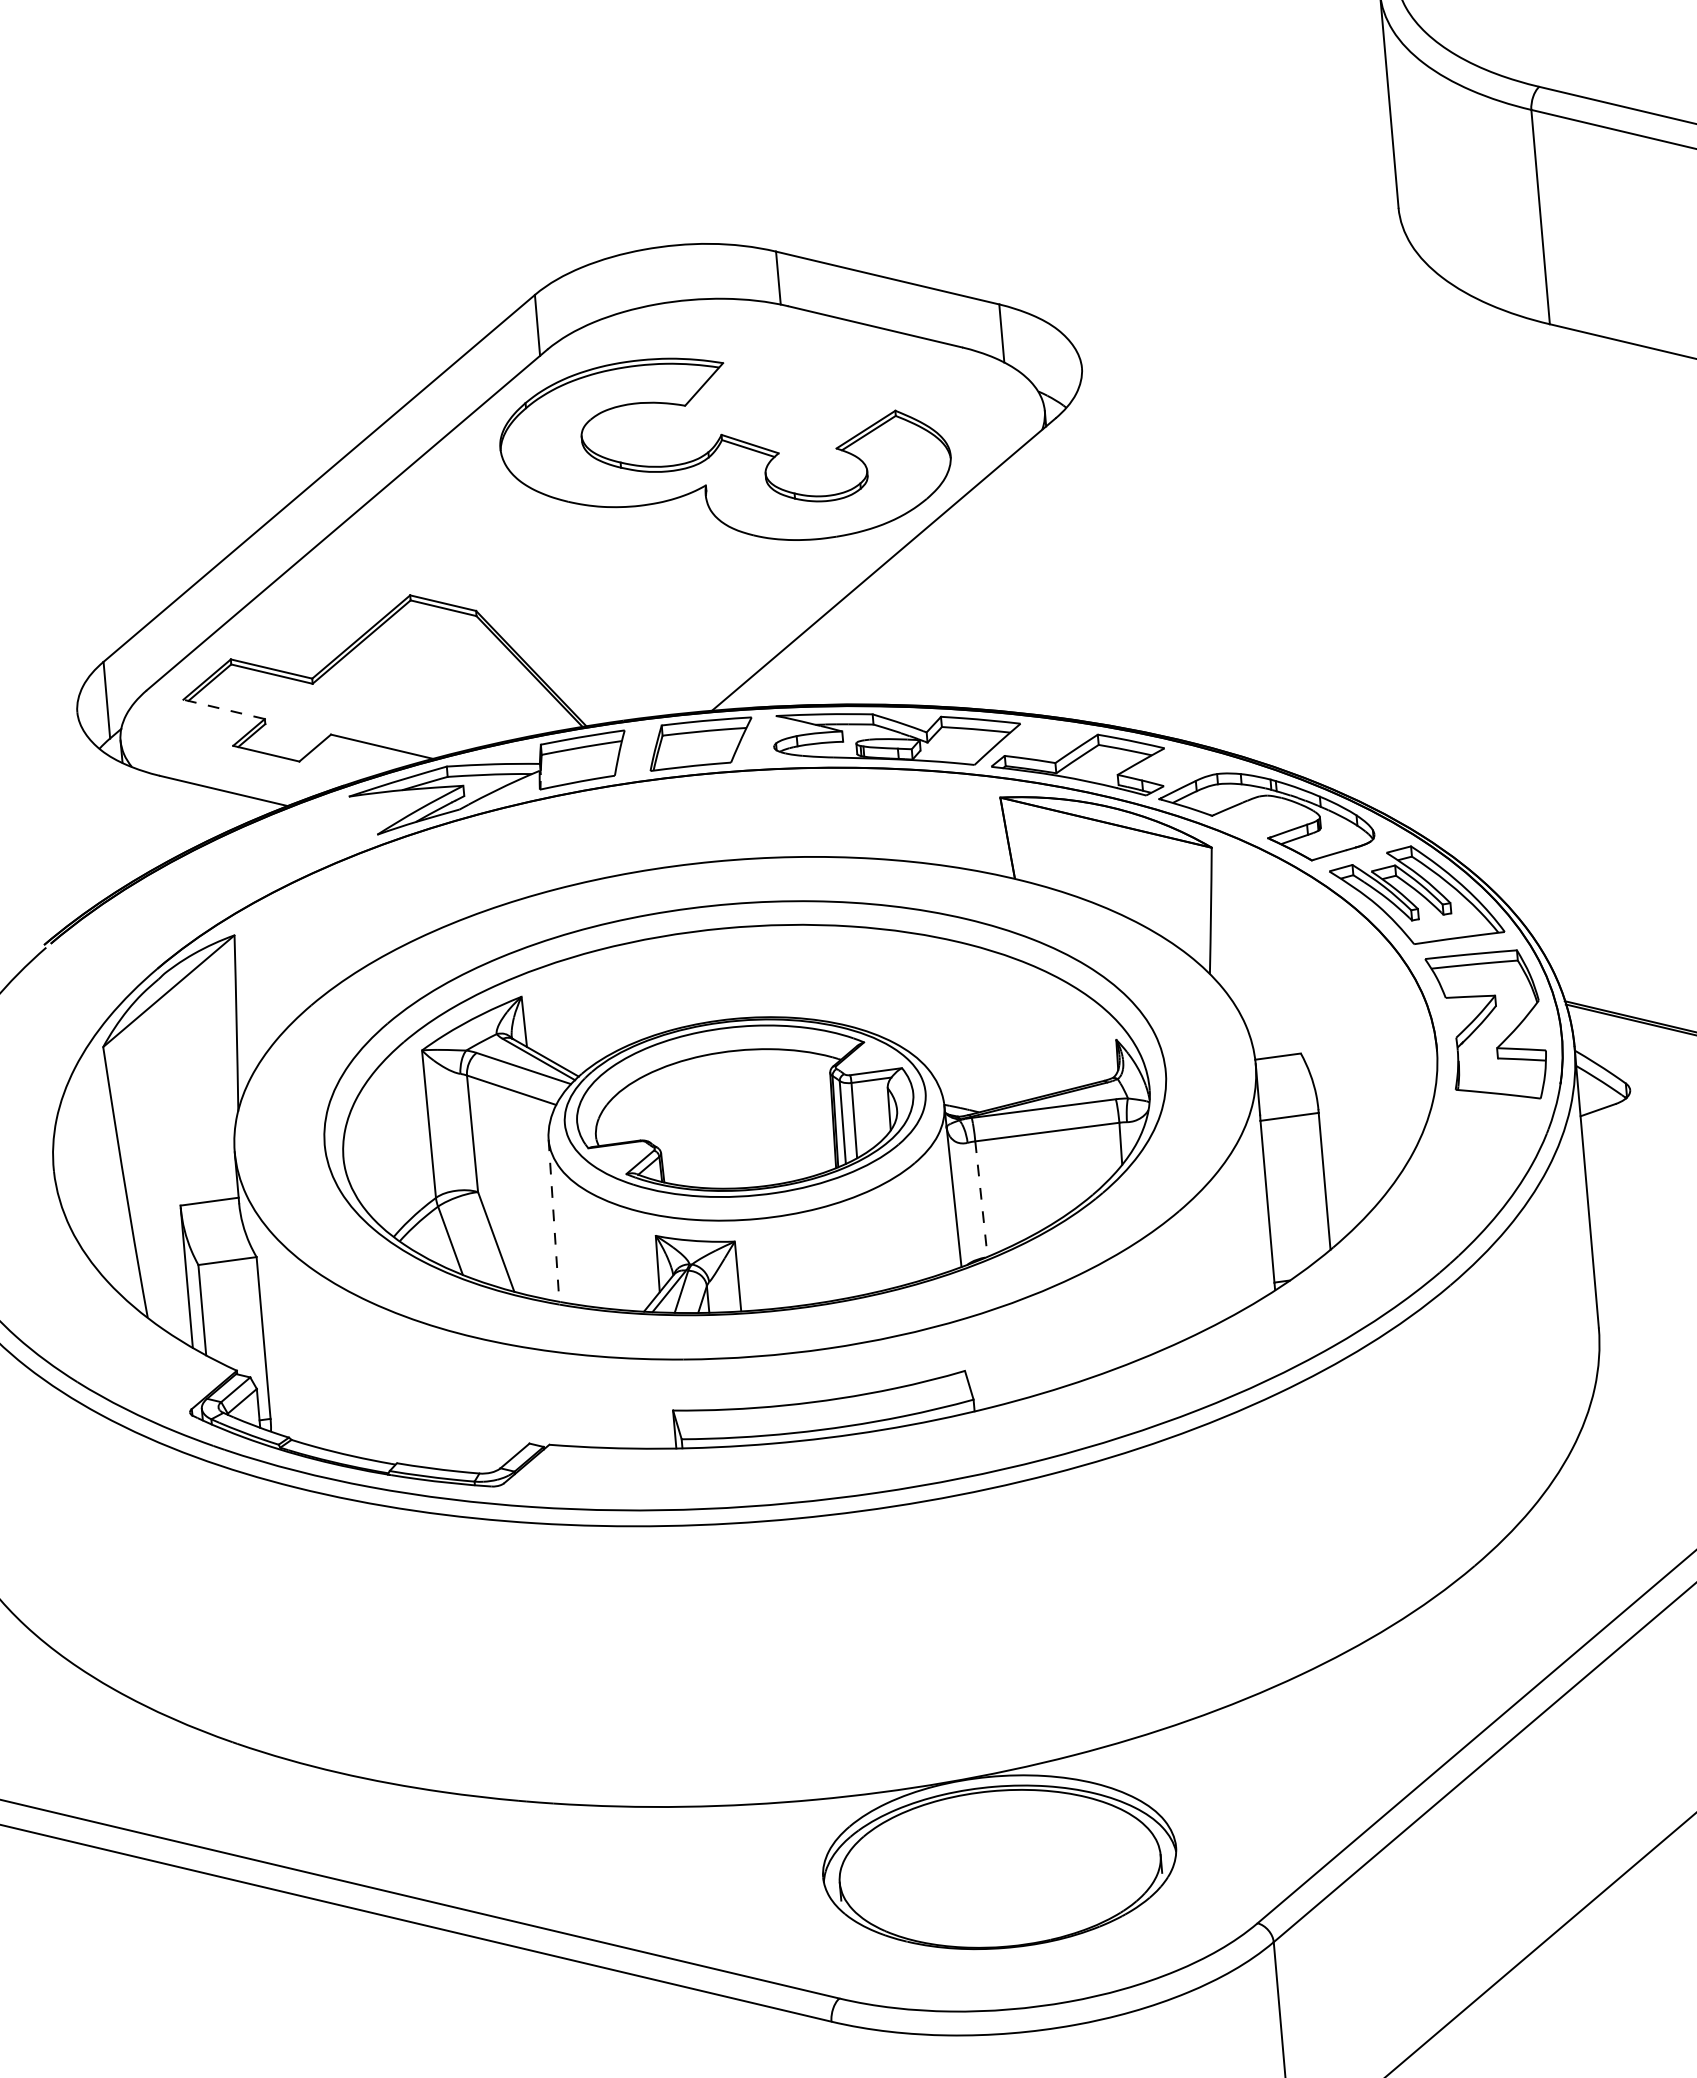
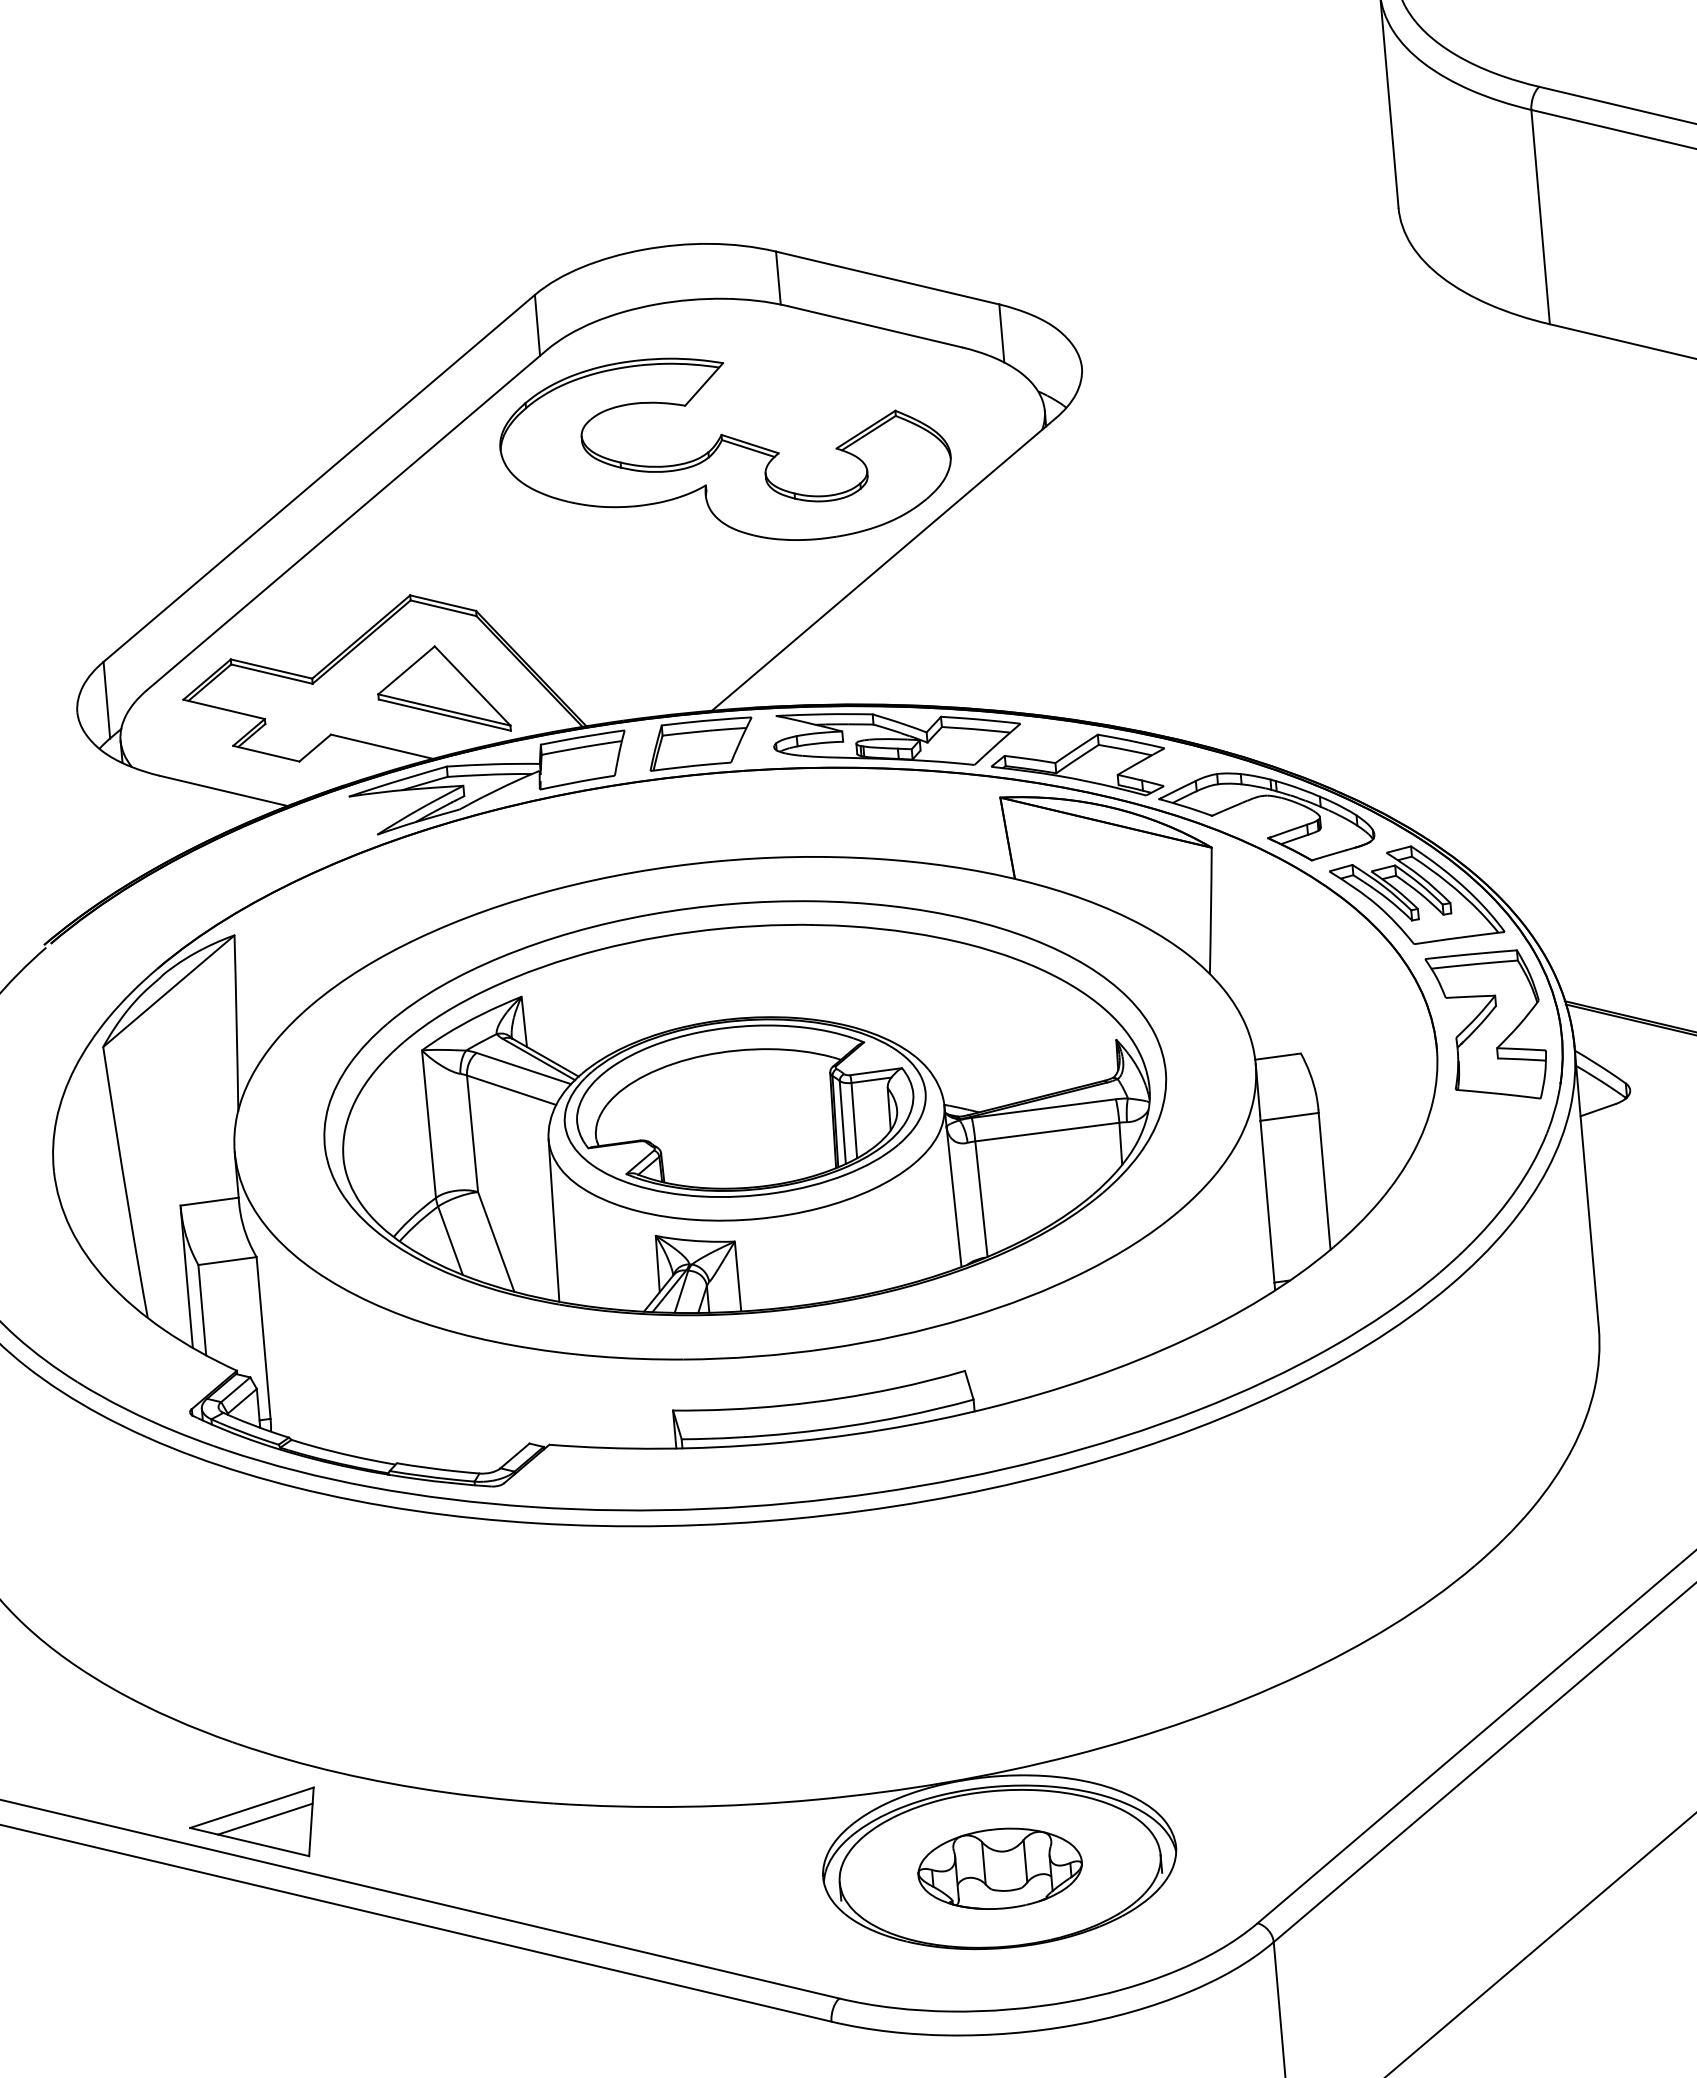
part at (444, 688): none -> present
line at (224, 709): dashed -> solid
line at (981, 1199): dashed -> solid
line at (554, 1221): dashed -> solid
part at (251, 1821): none -> present
part at (999, 1868): none -> present
